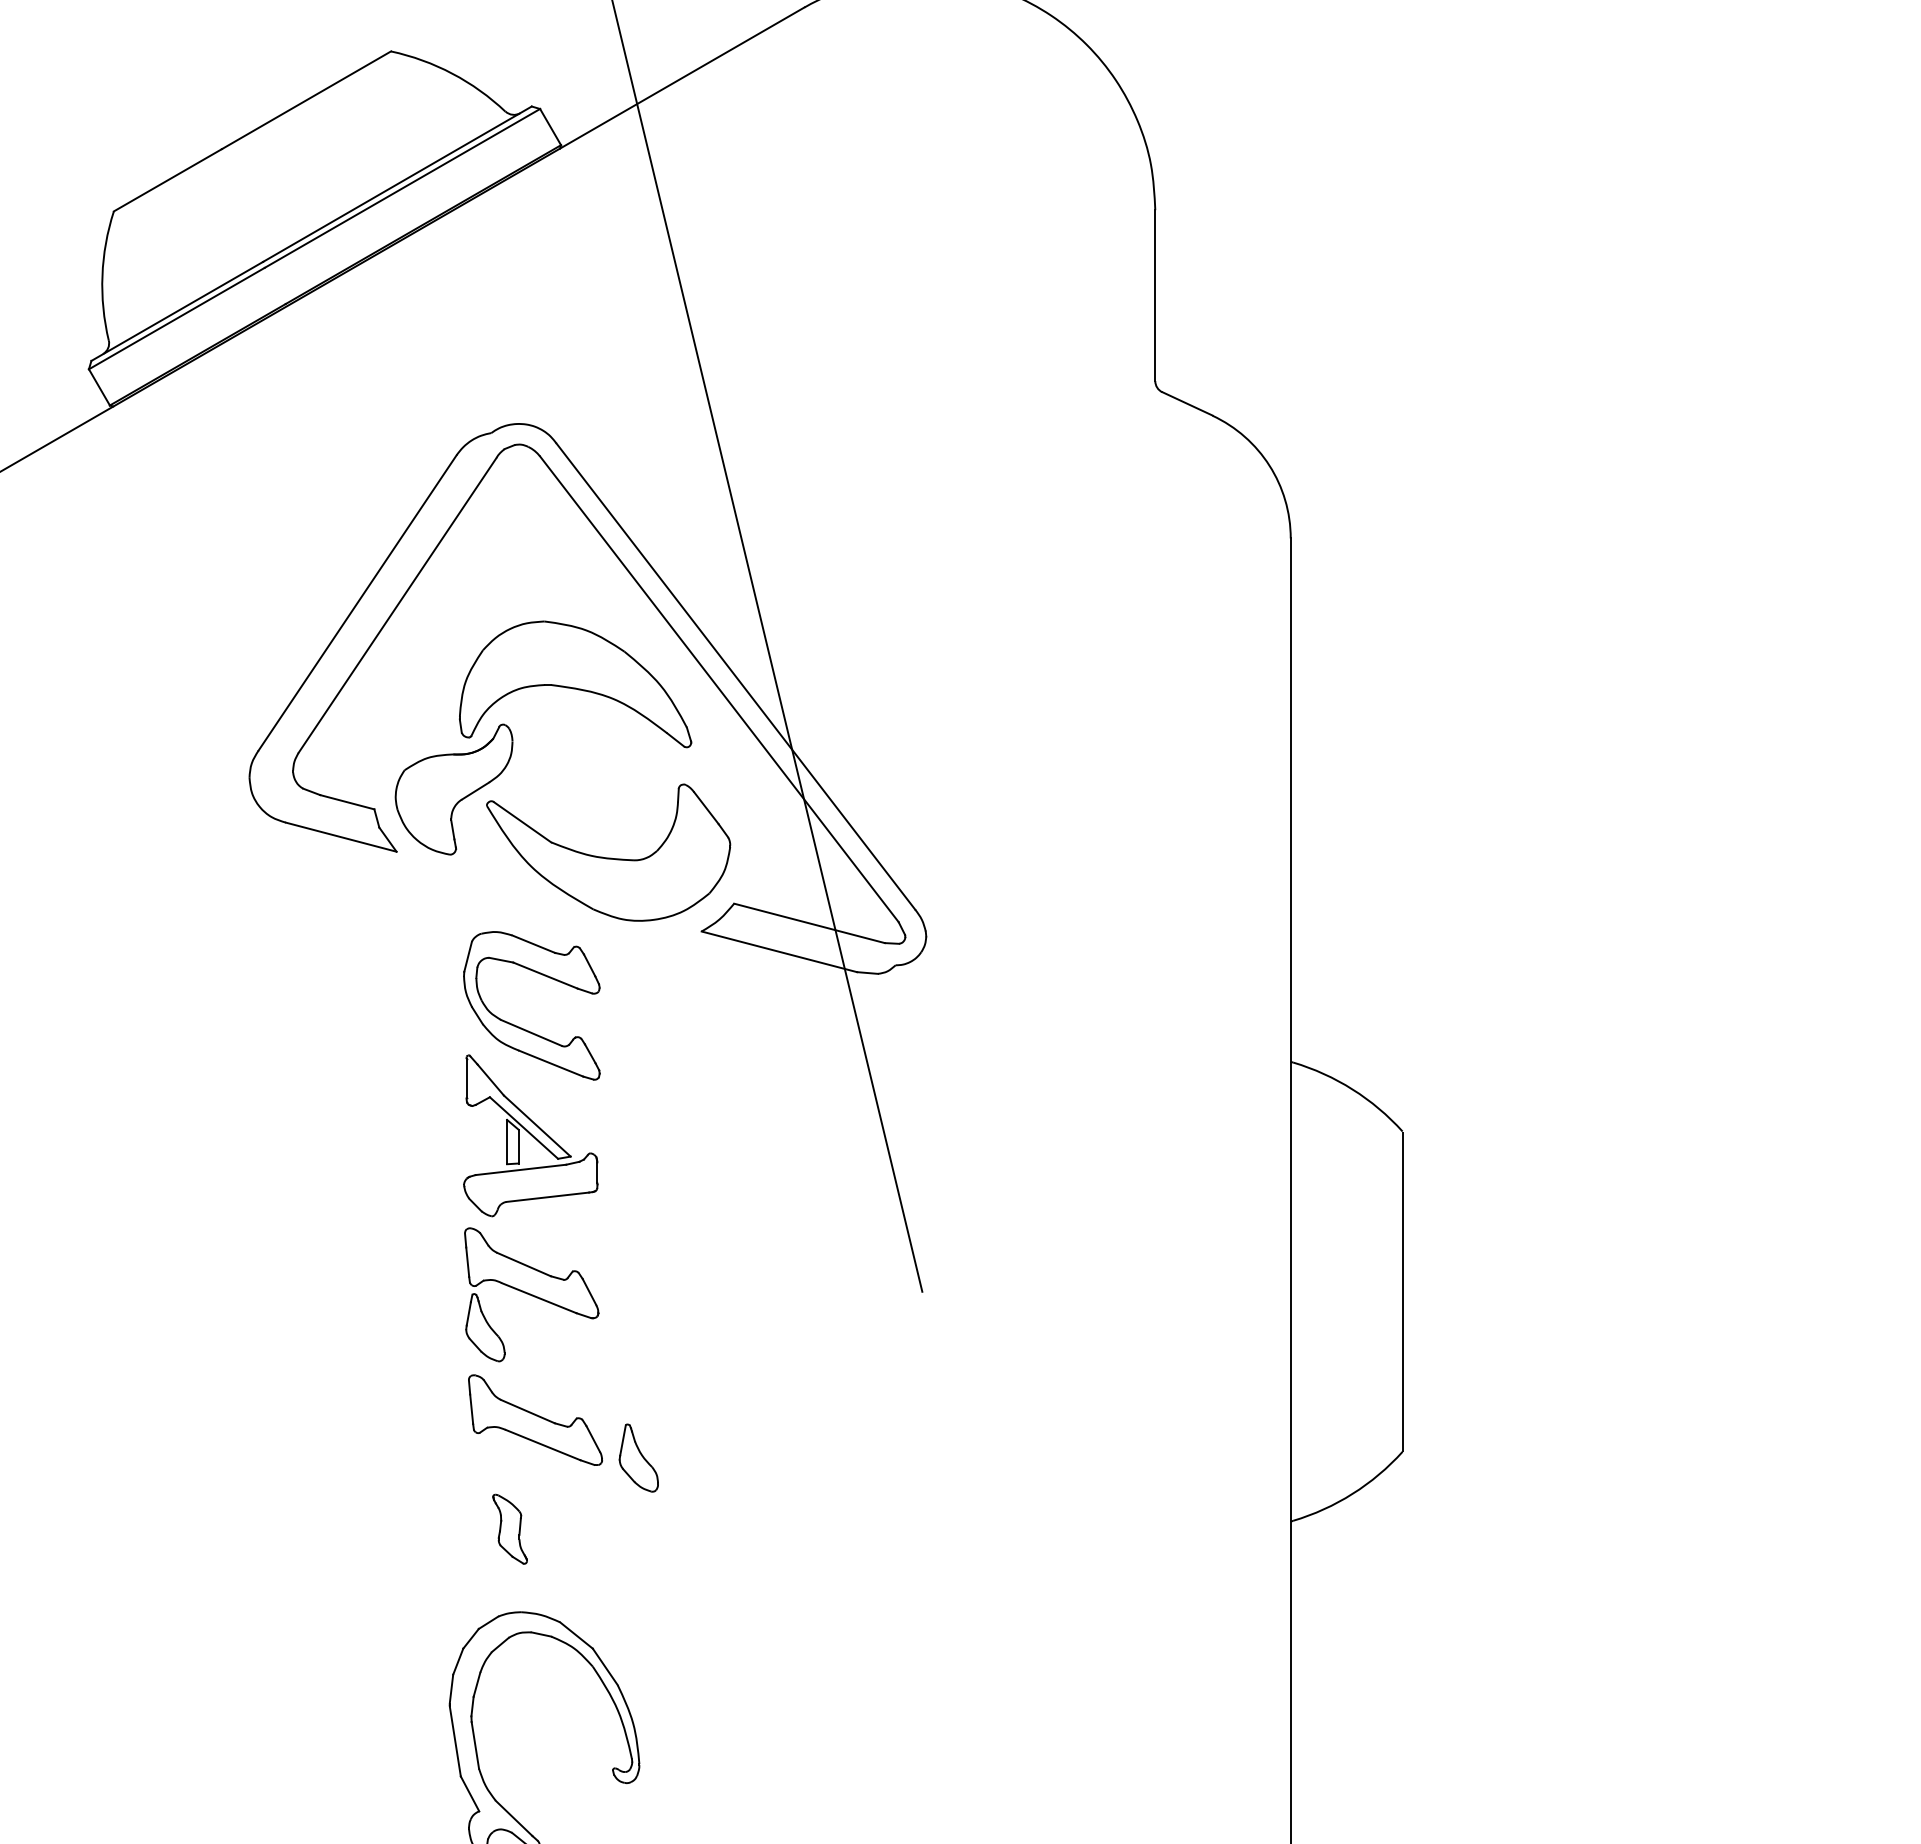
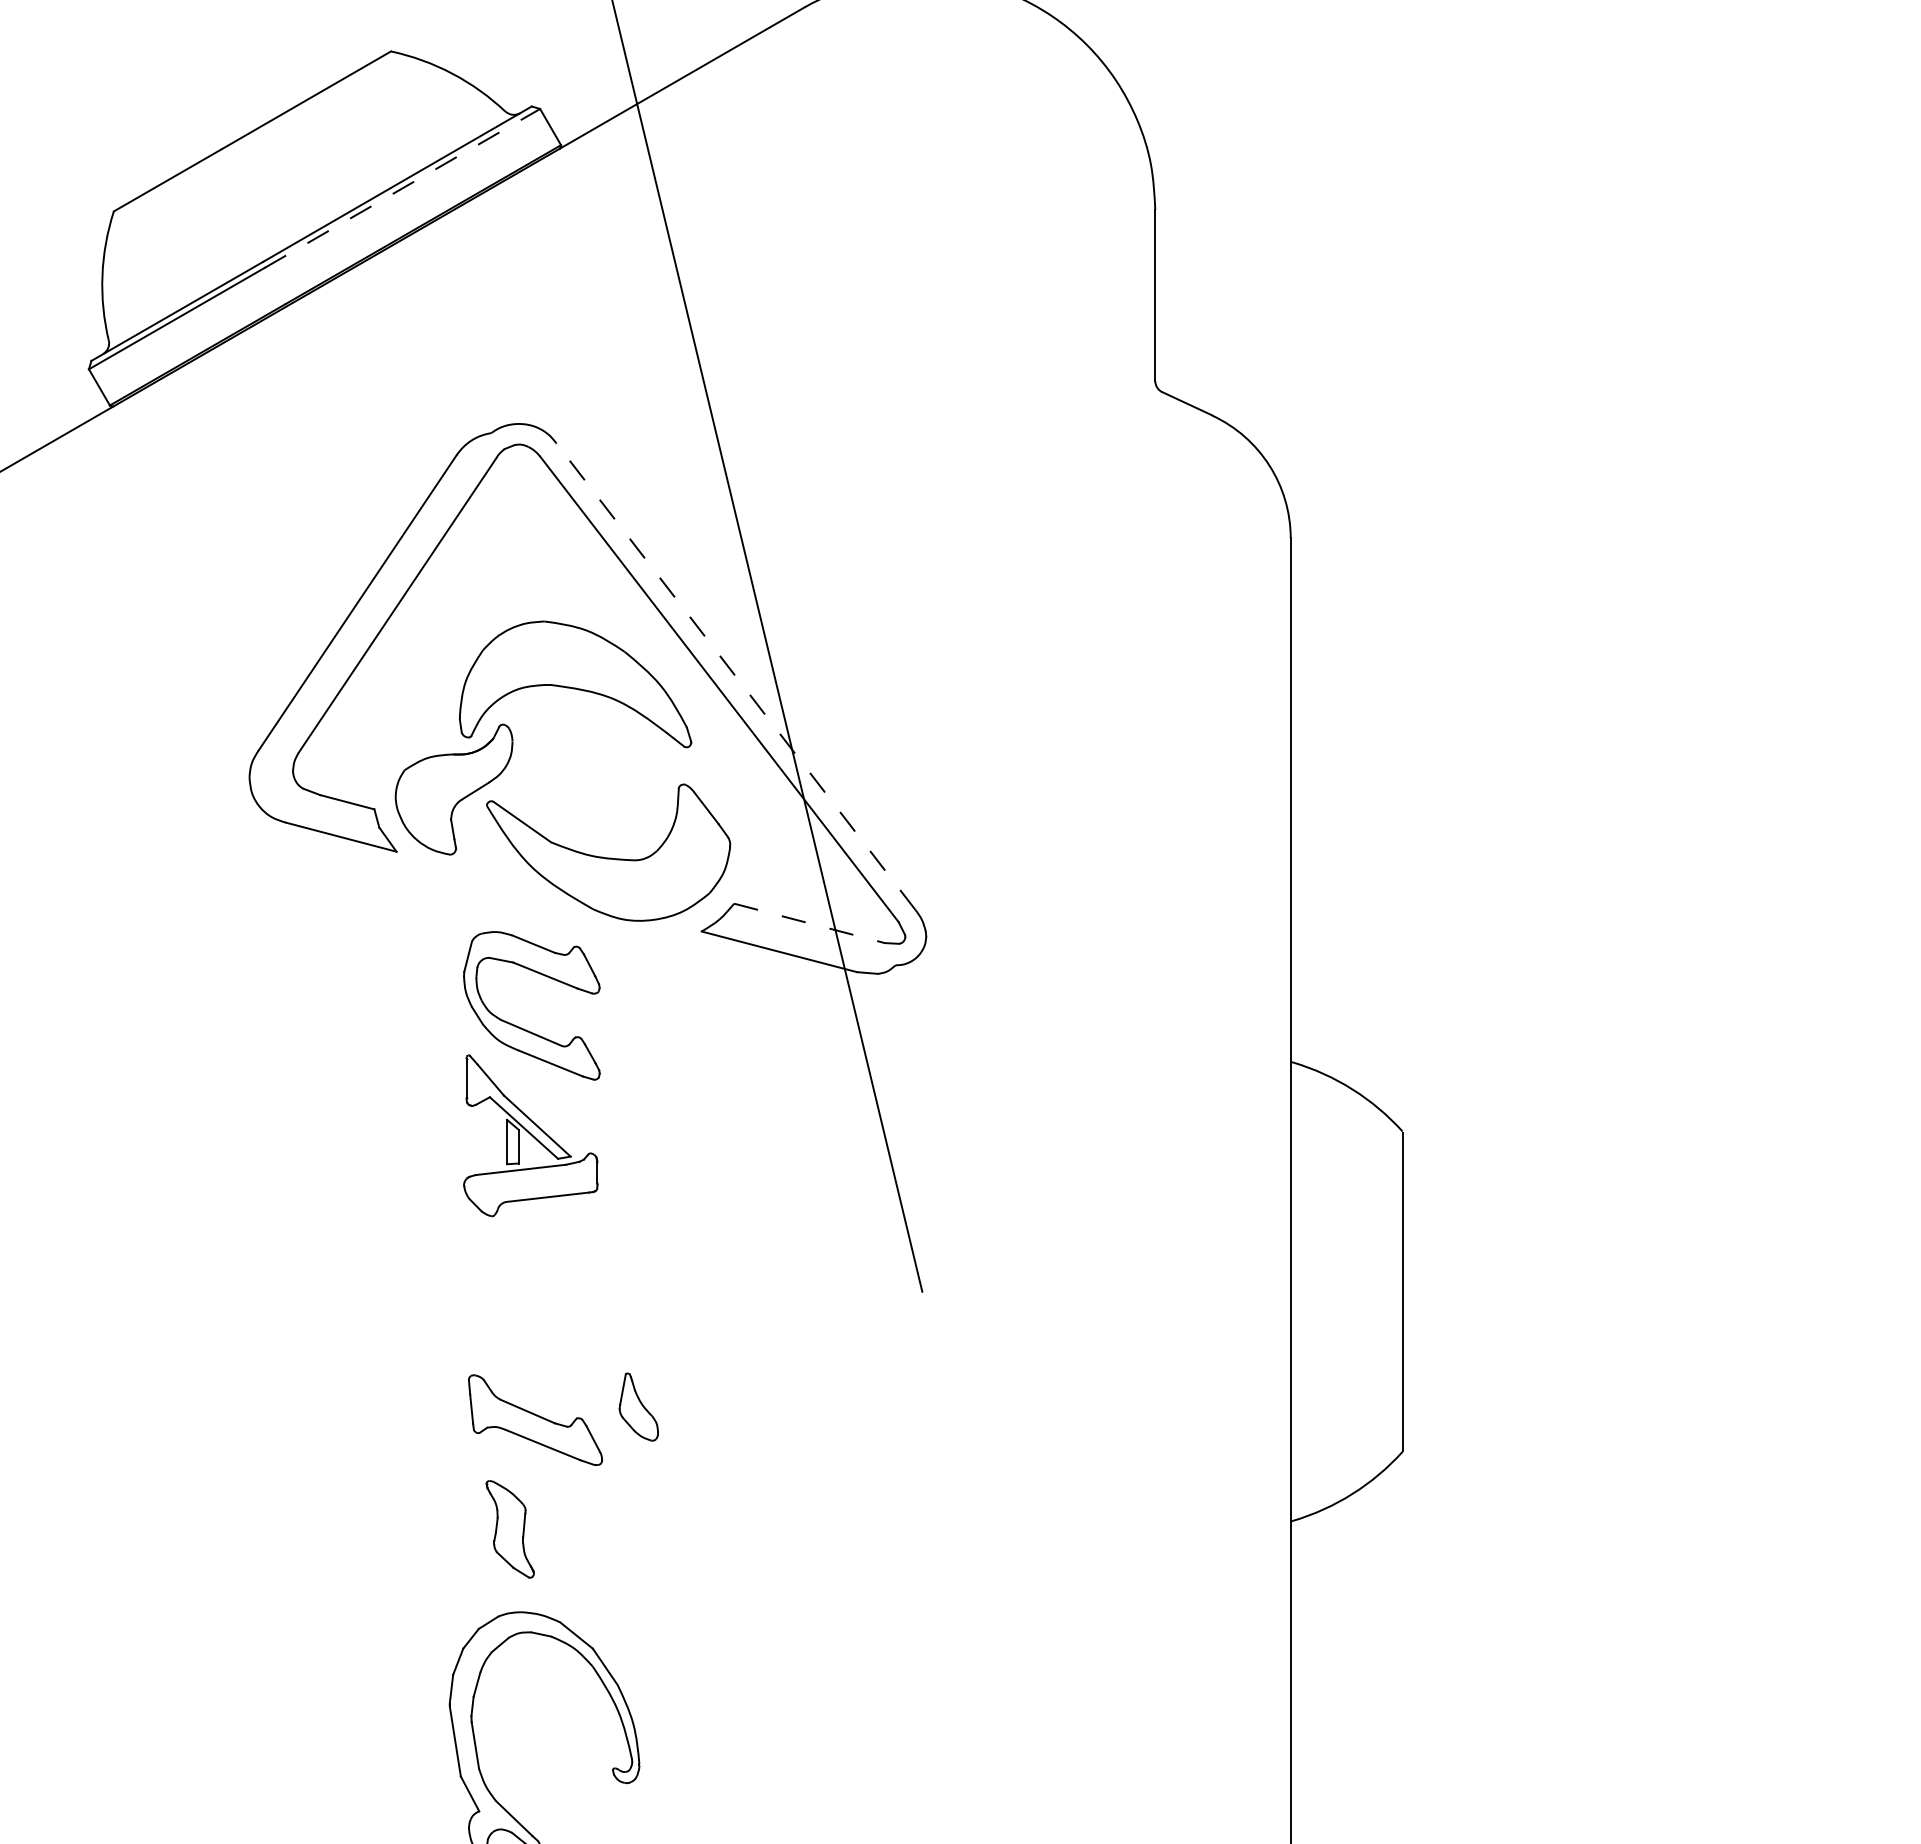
line at (402, 188): solid -> dashed
line at (735, 676): solid -> dashed
line at (809, 923): solid -> dashed
part at (531, 1294): present -> none
part at (638, 1457) position: (638, 1457) -> (638, 1406)
part at (509, 1528) size: 36x72 px -> 50x99 px
